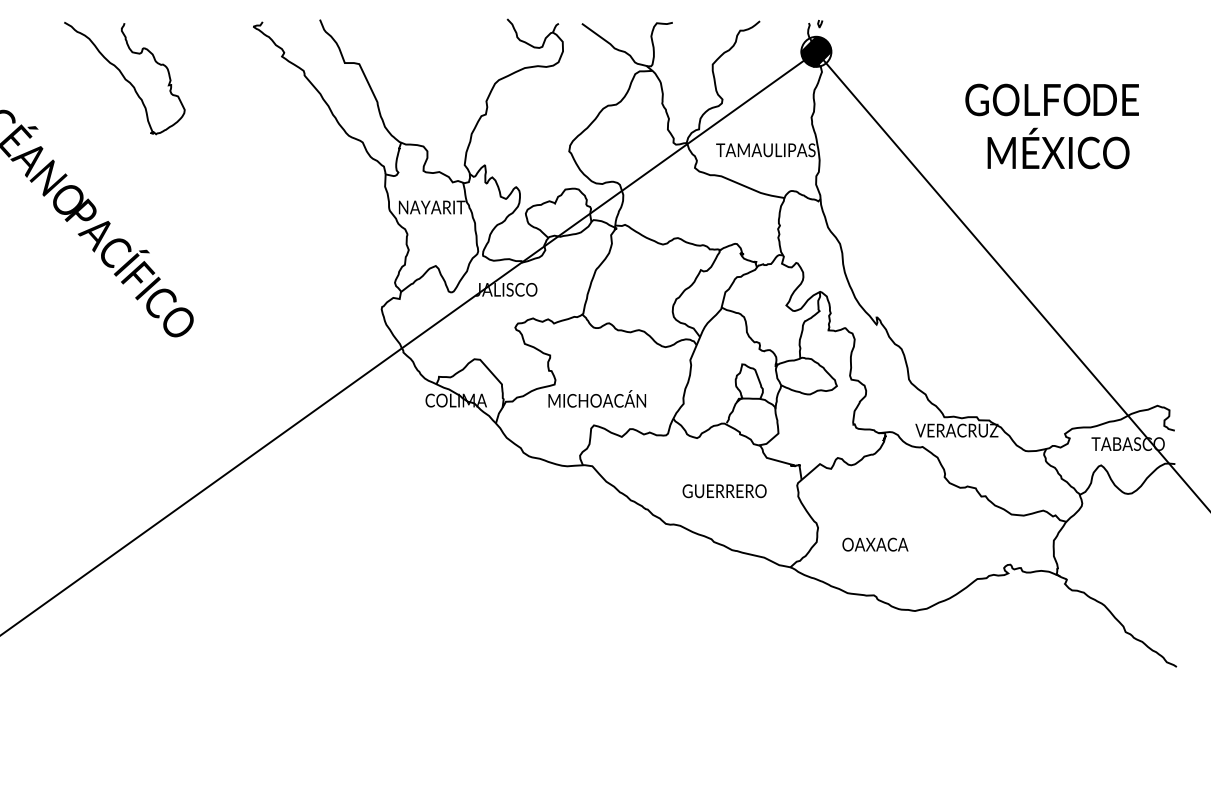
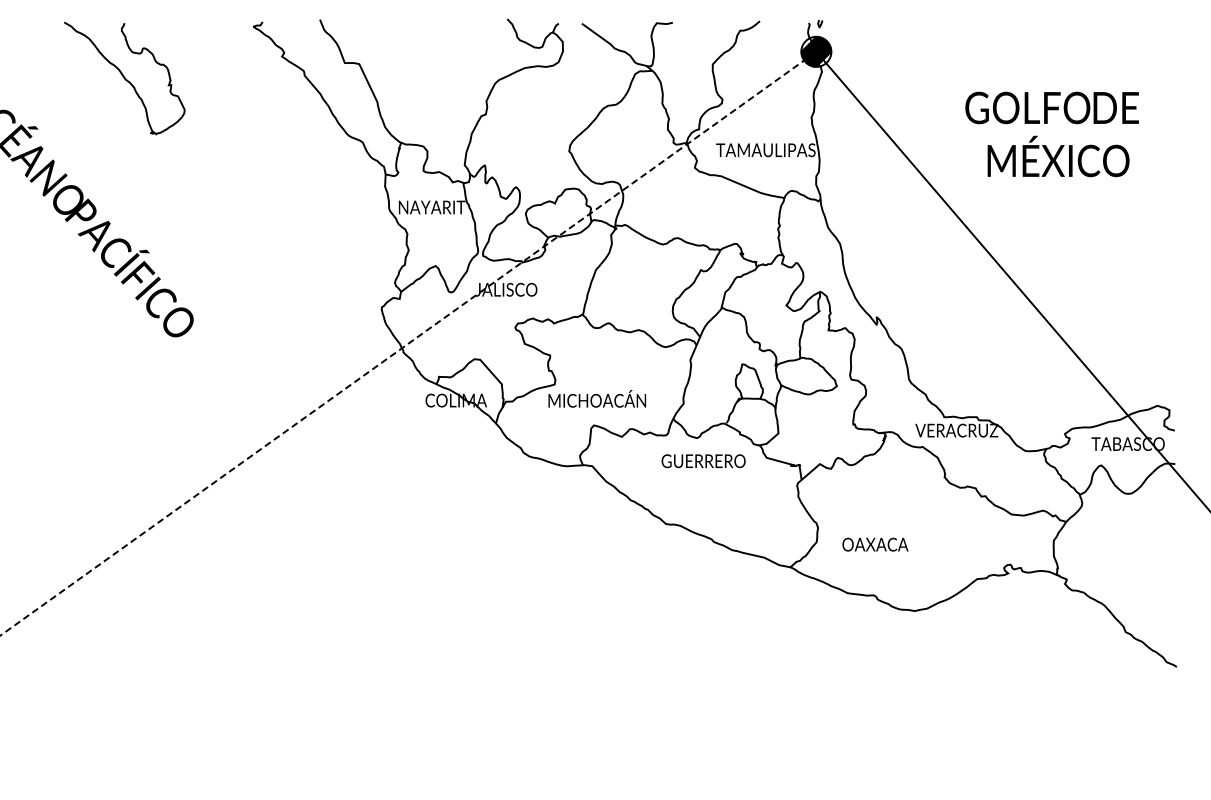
text at (1051, 126) position: (1051, 126) -> (1051, 134)
line at (408, 343): solid -> dashed
text at (724, 491) position: (724, 491) -> (703, 461)
